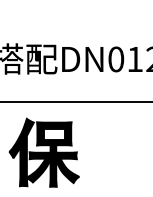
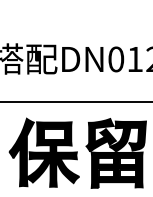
part at (115, 153): none -> present
